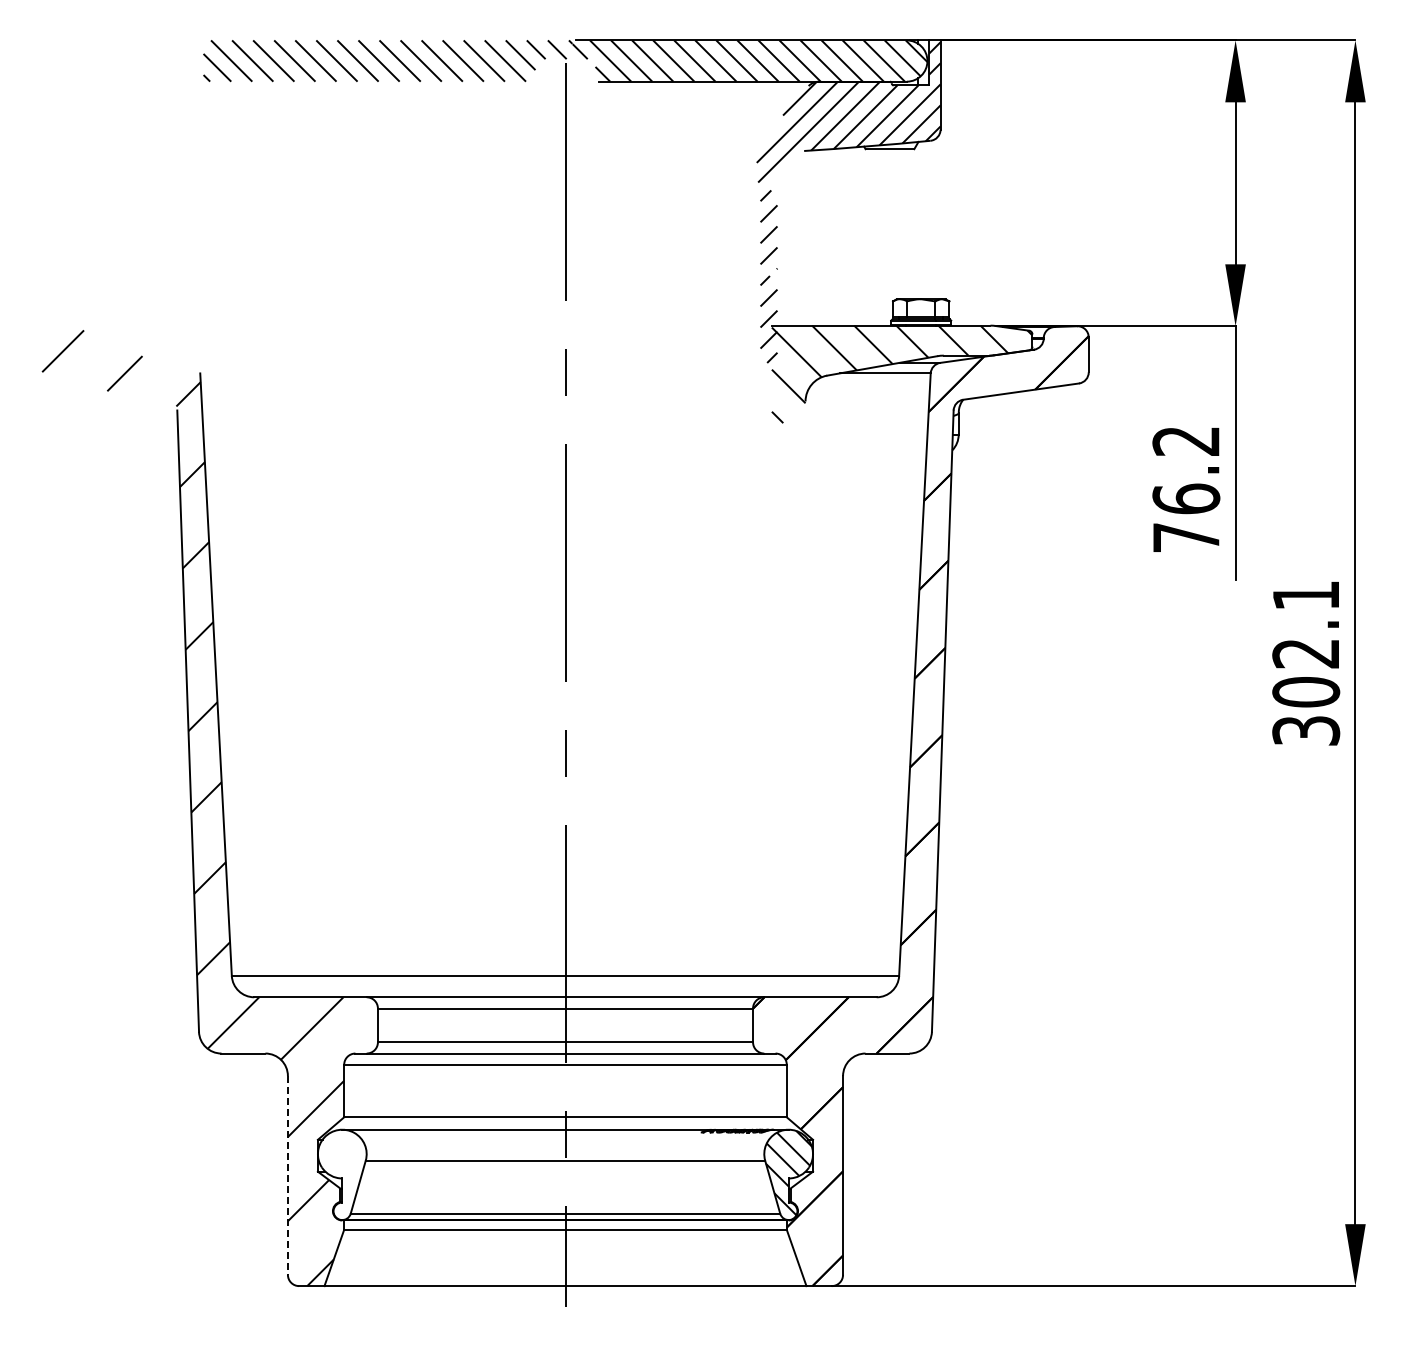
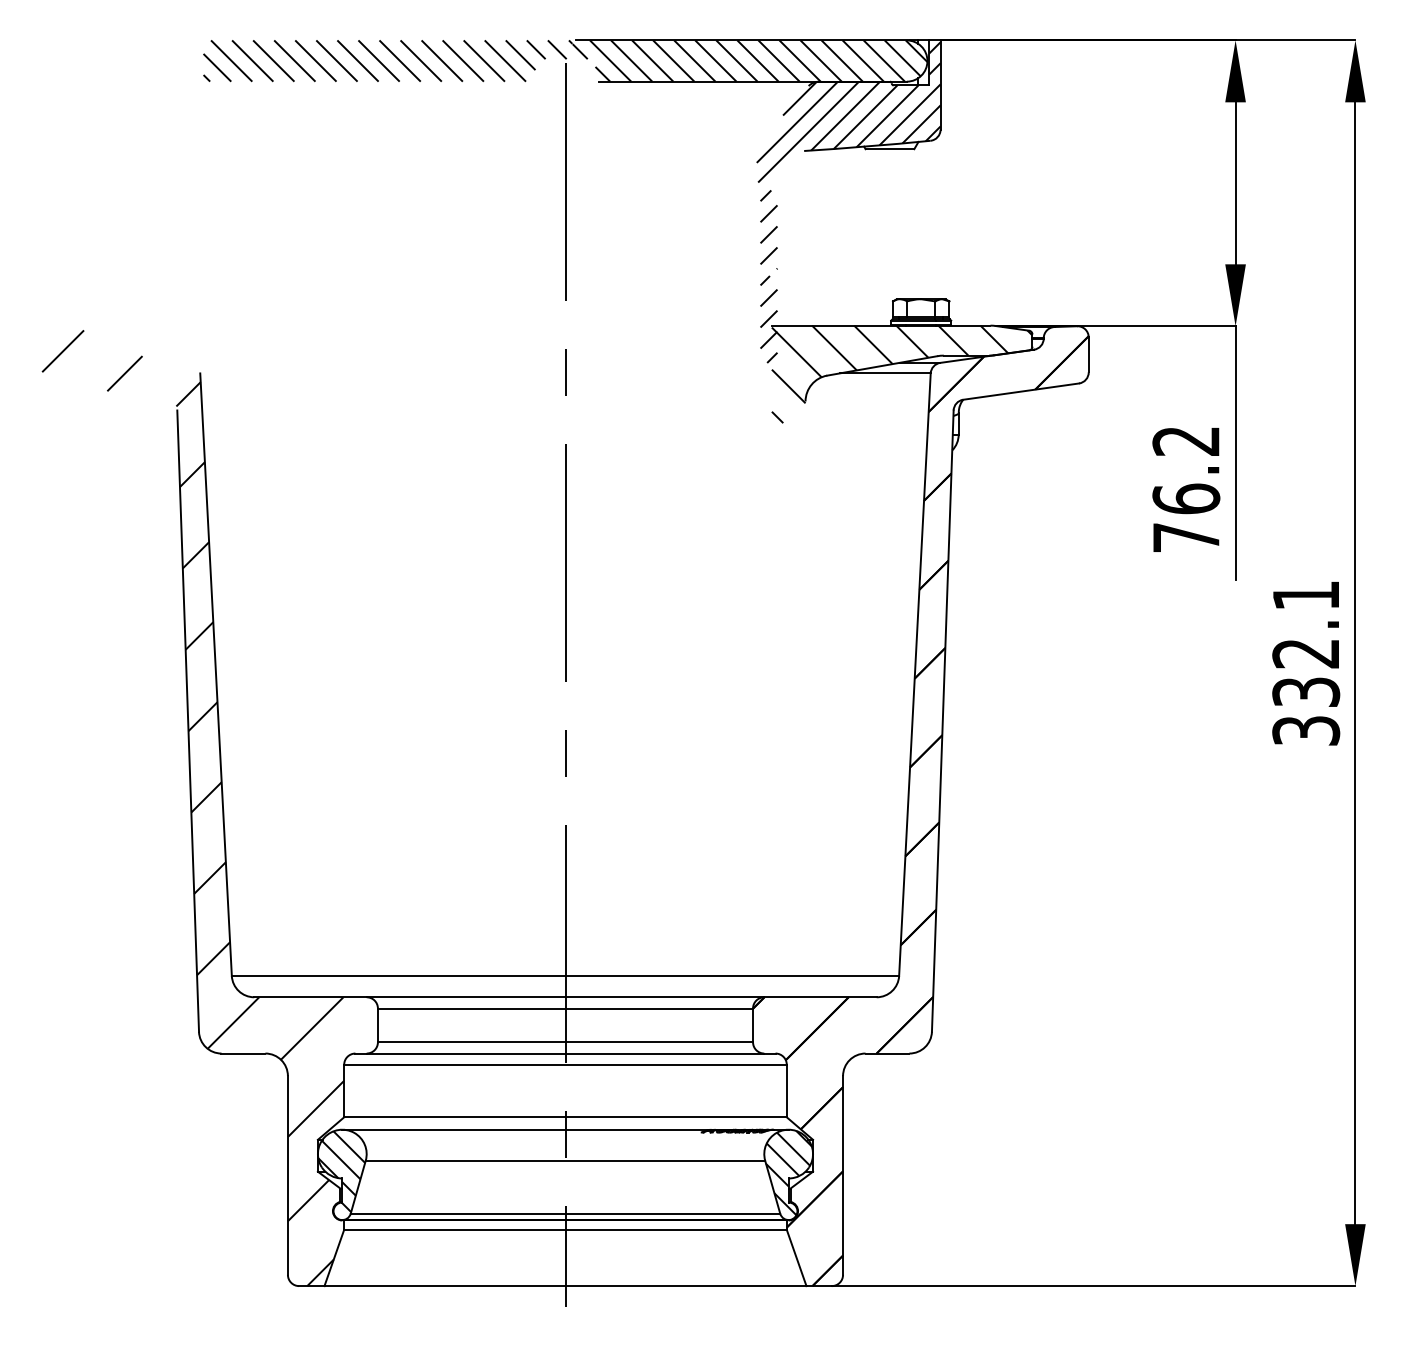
text at (1306, 692): 302.1 -> 332.1
hatch at (341, 1171): none -> present
line at (287, 1175): dashed -> solid
